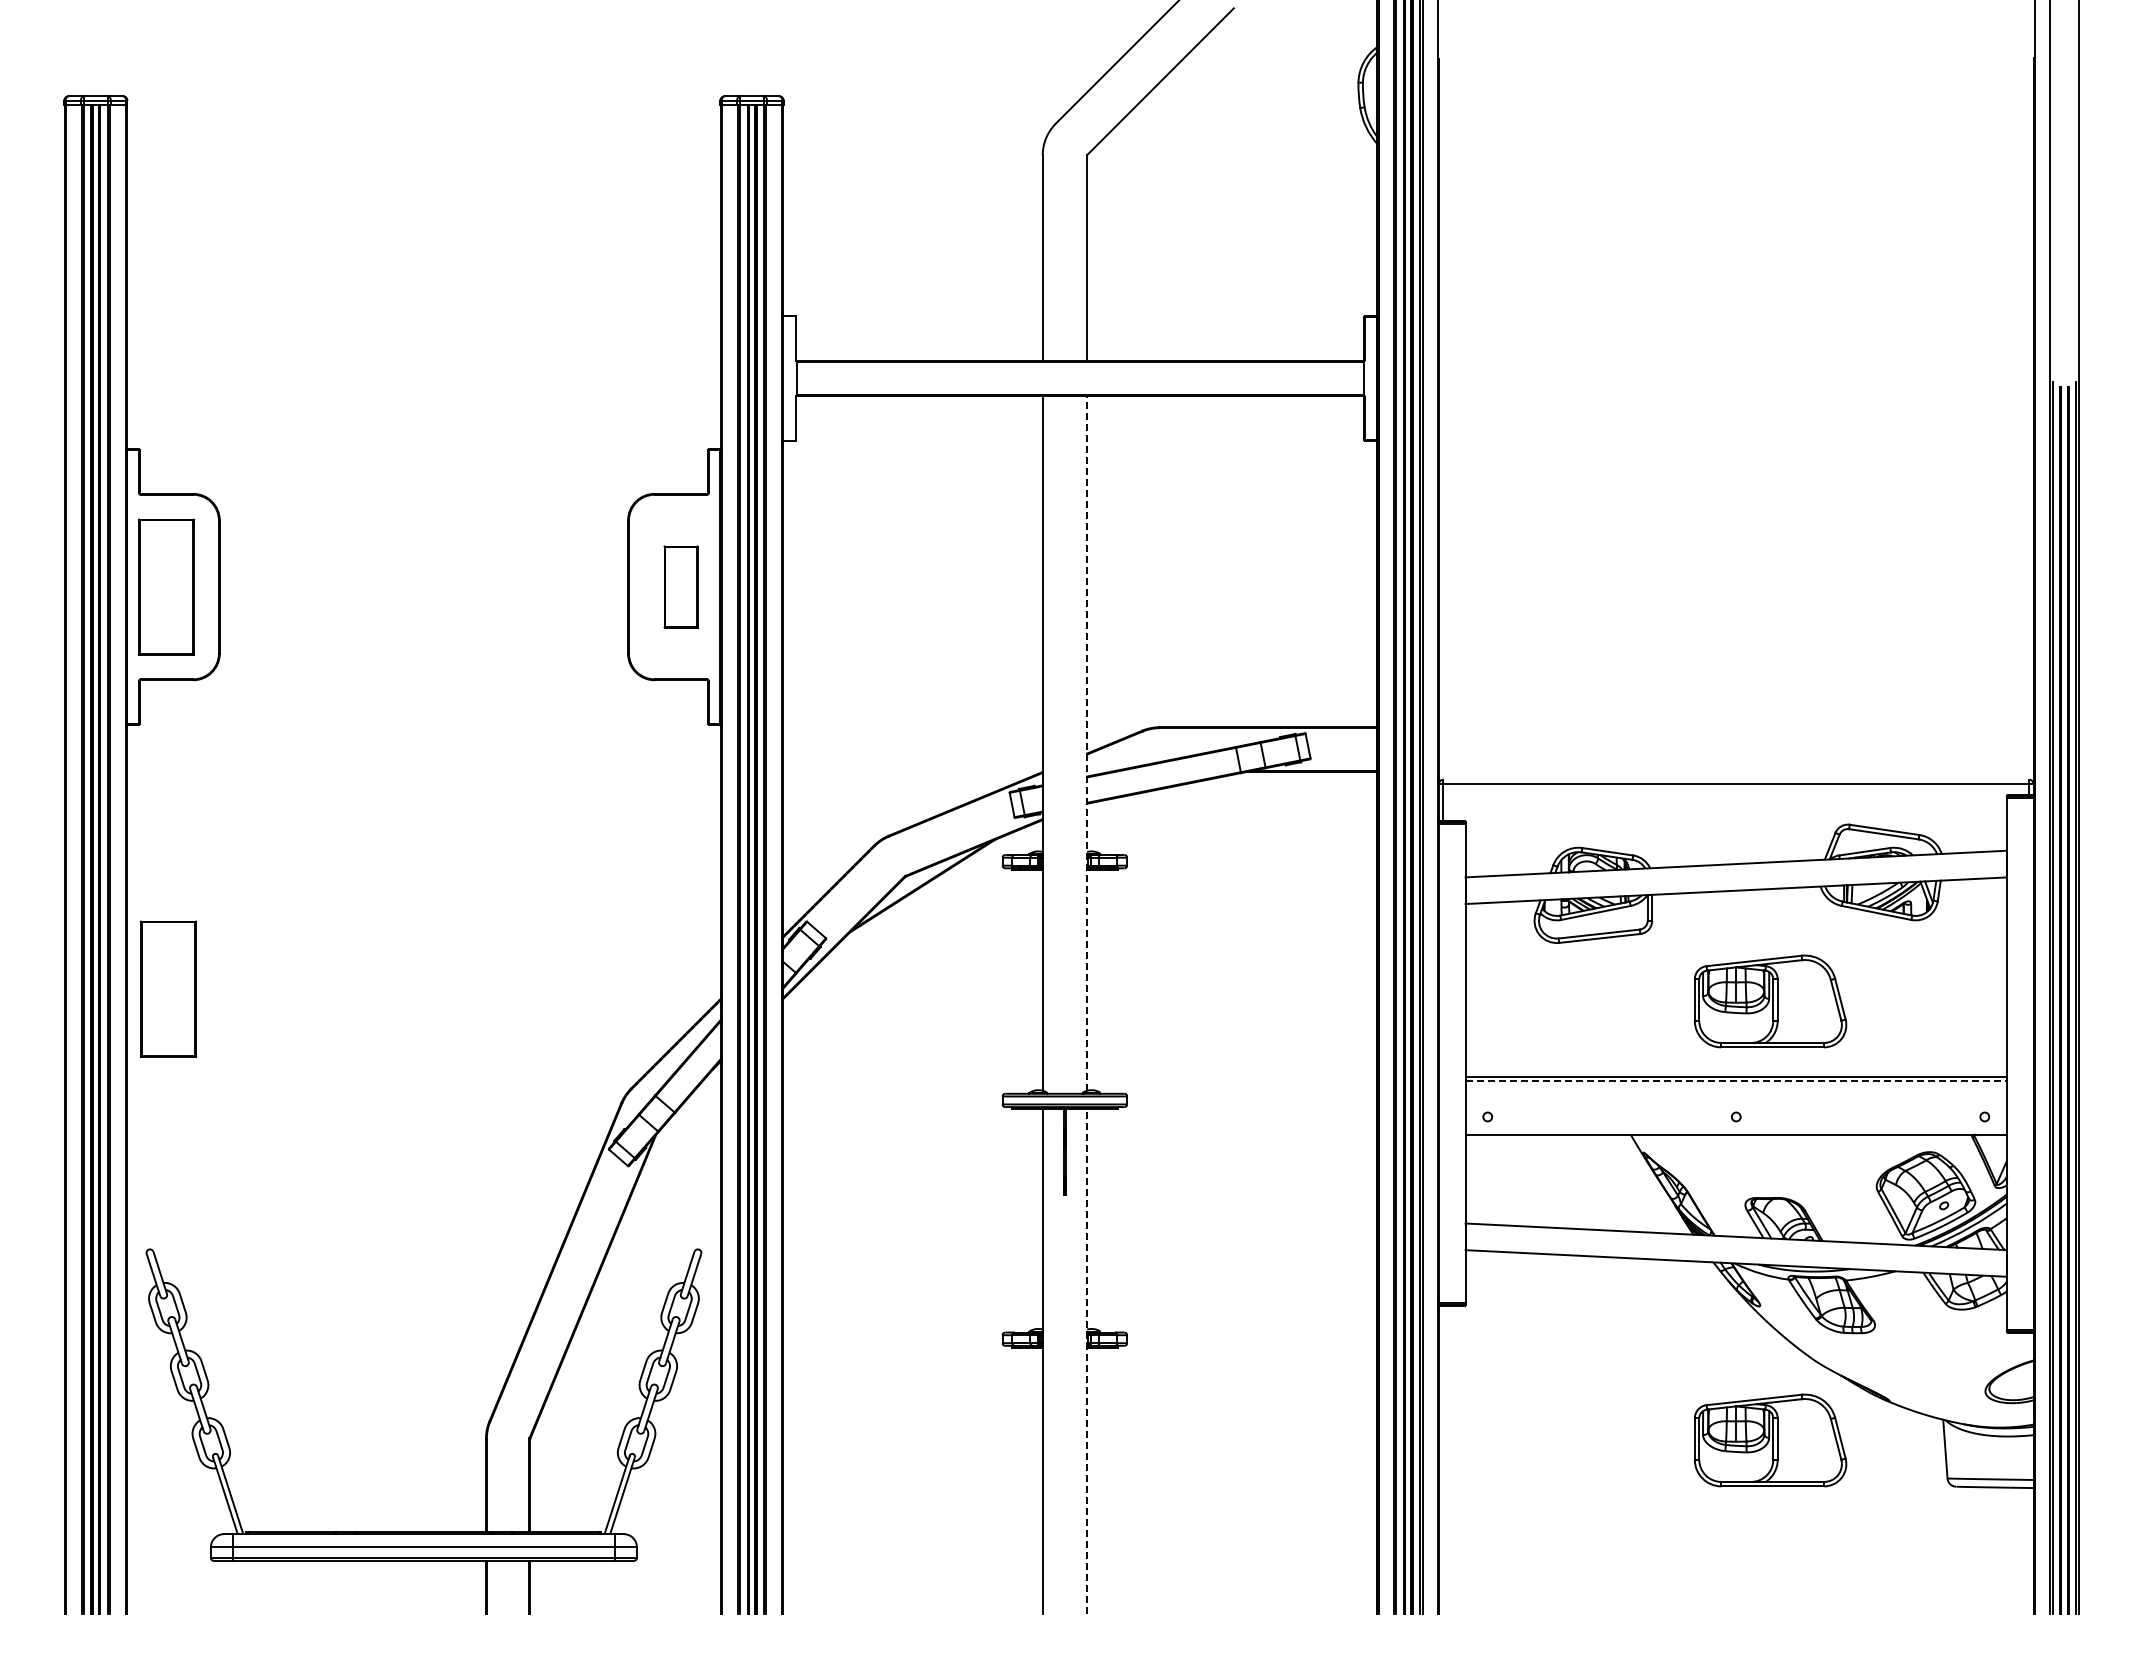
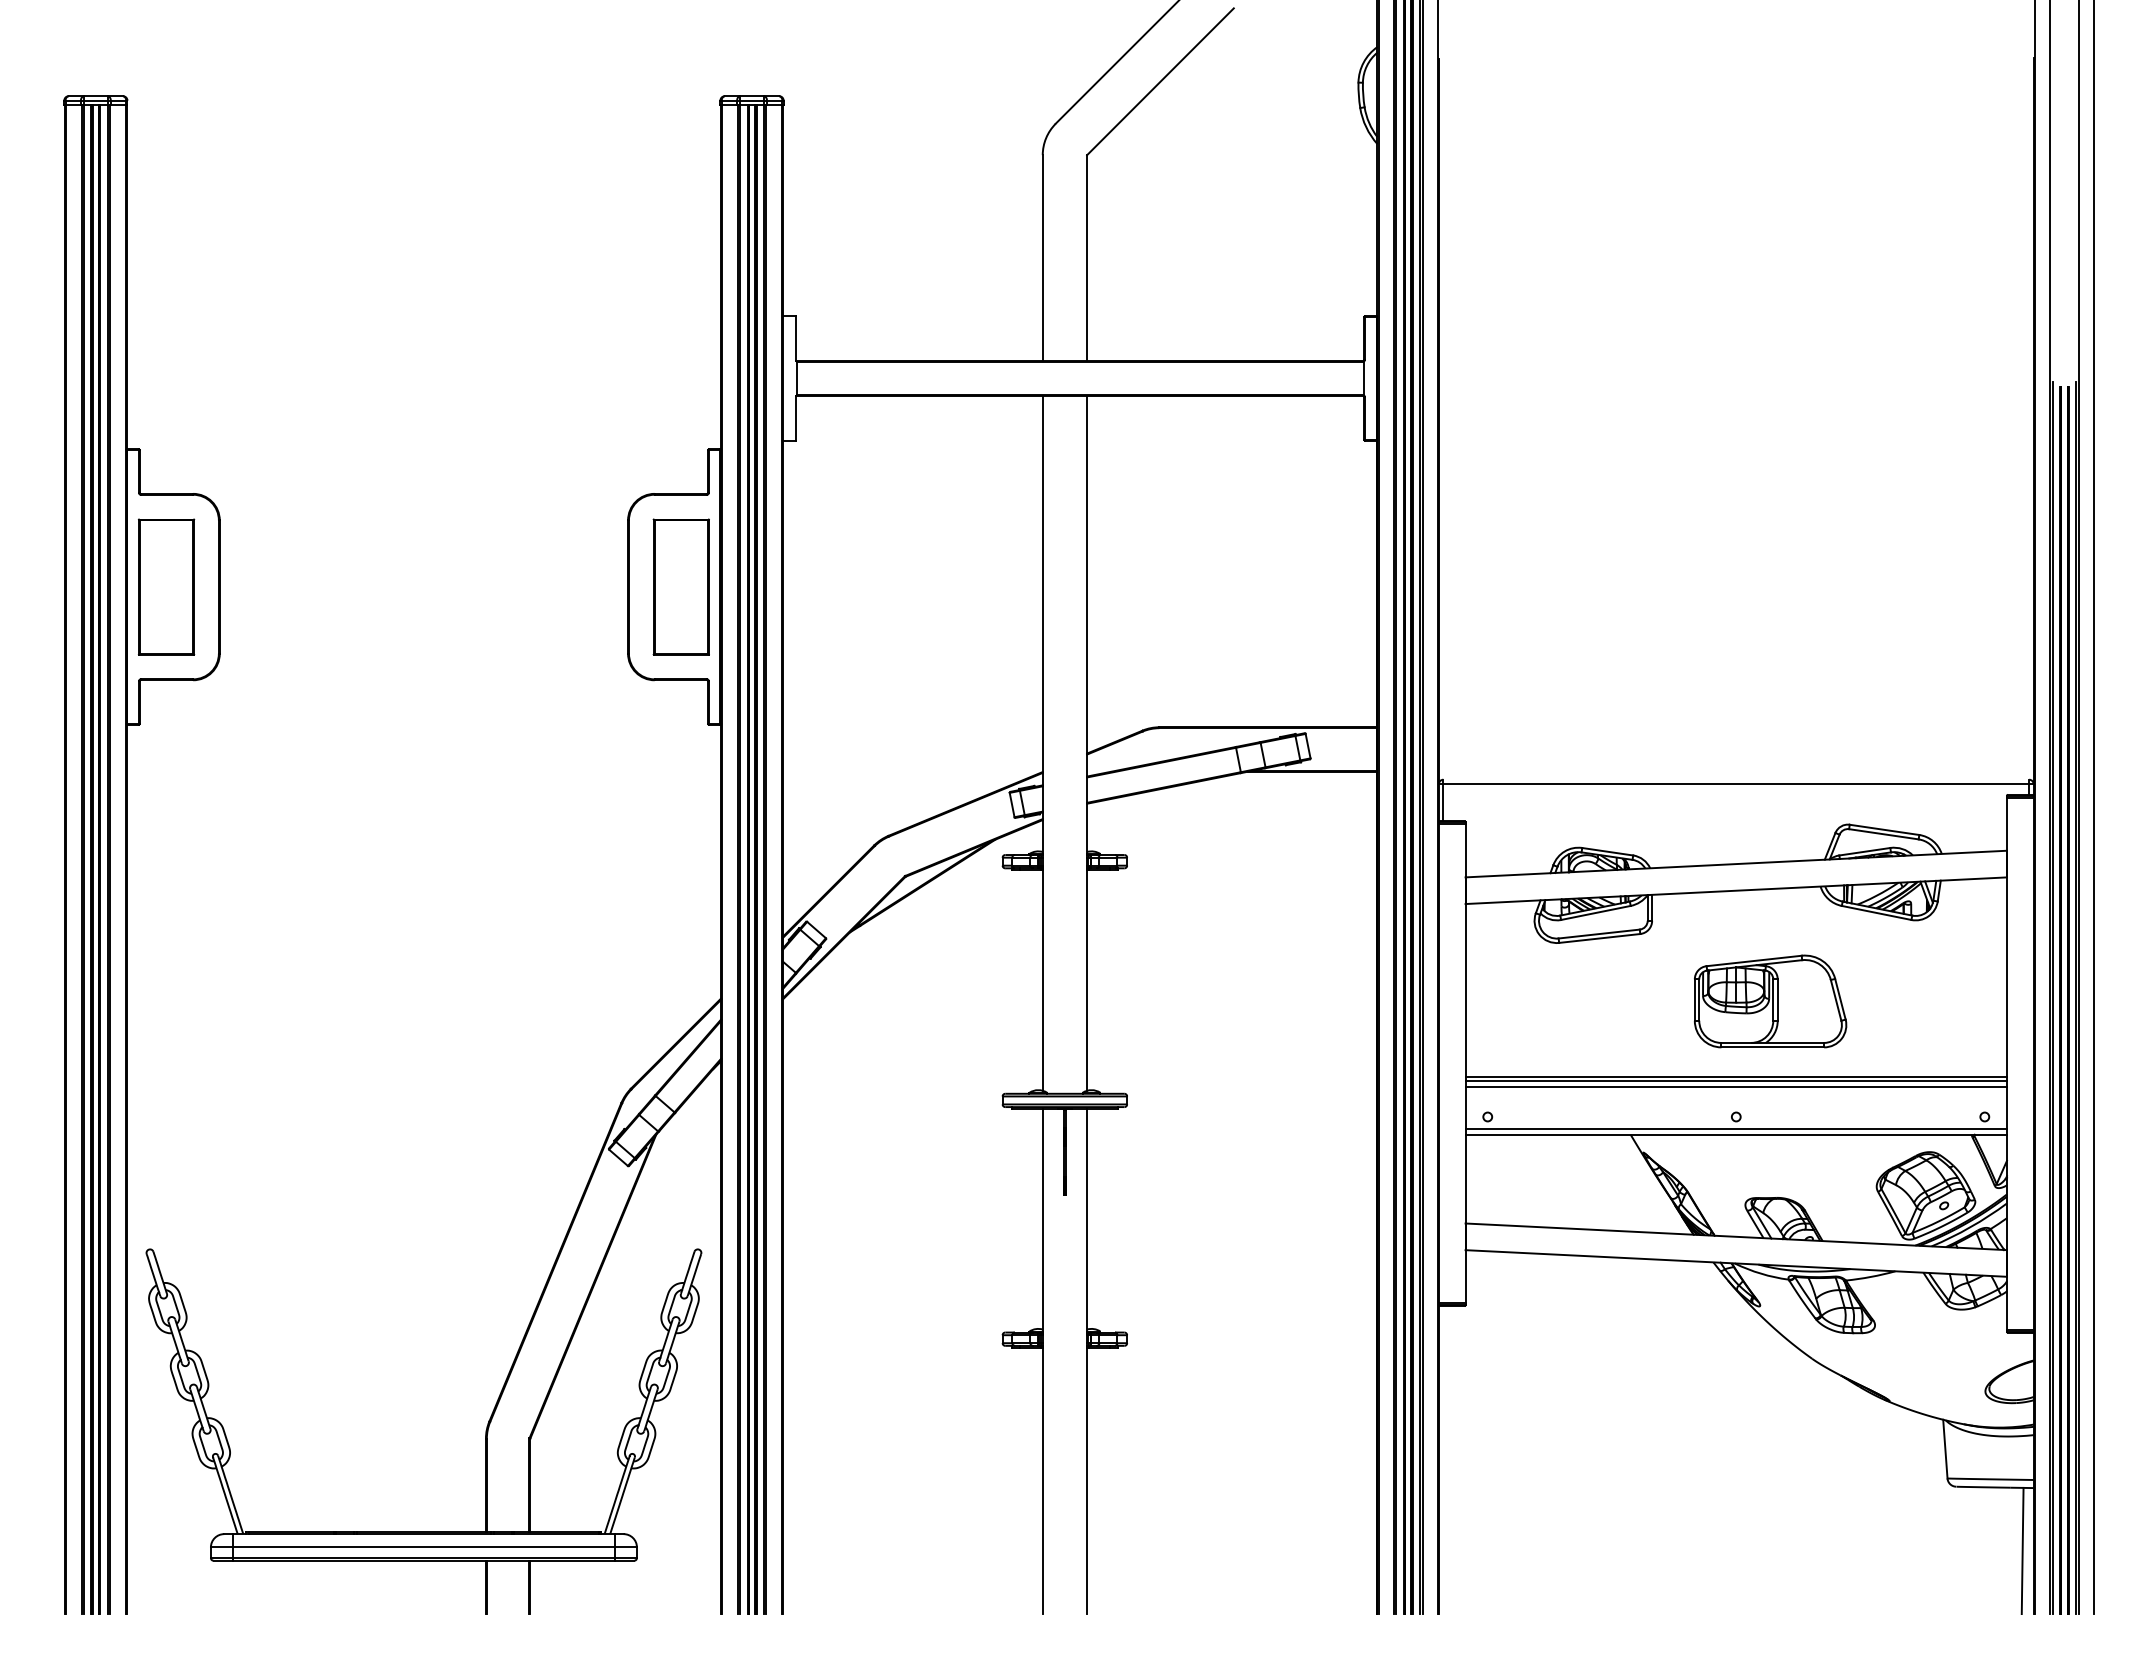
part at (680, 586) size: 36x84 px -> 58x138 px
line at (1087, 743): dashed -> solid
line at (2094, 808): none -> present
part at (168, 988): present -> none
line at (1736, 1081): dashed -> solid
line at (1735, 1086): none -> present
line at (1735, 1129): none -> present
line at (1087, 1361): dashed -> solid
part at (1770, 1440): present -> none
line at (2022, 1550): none -> present
